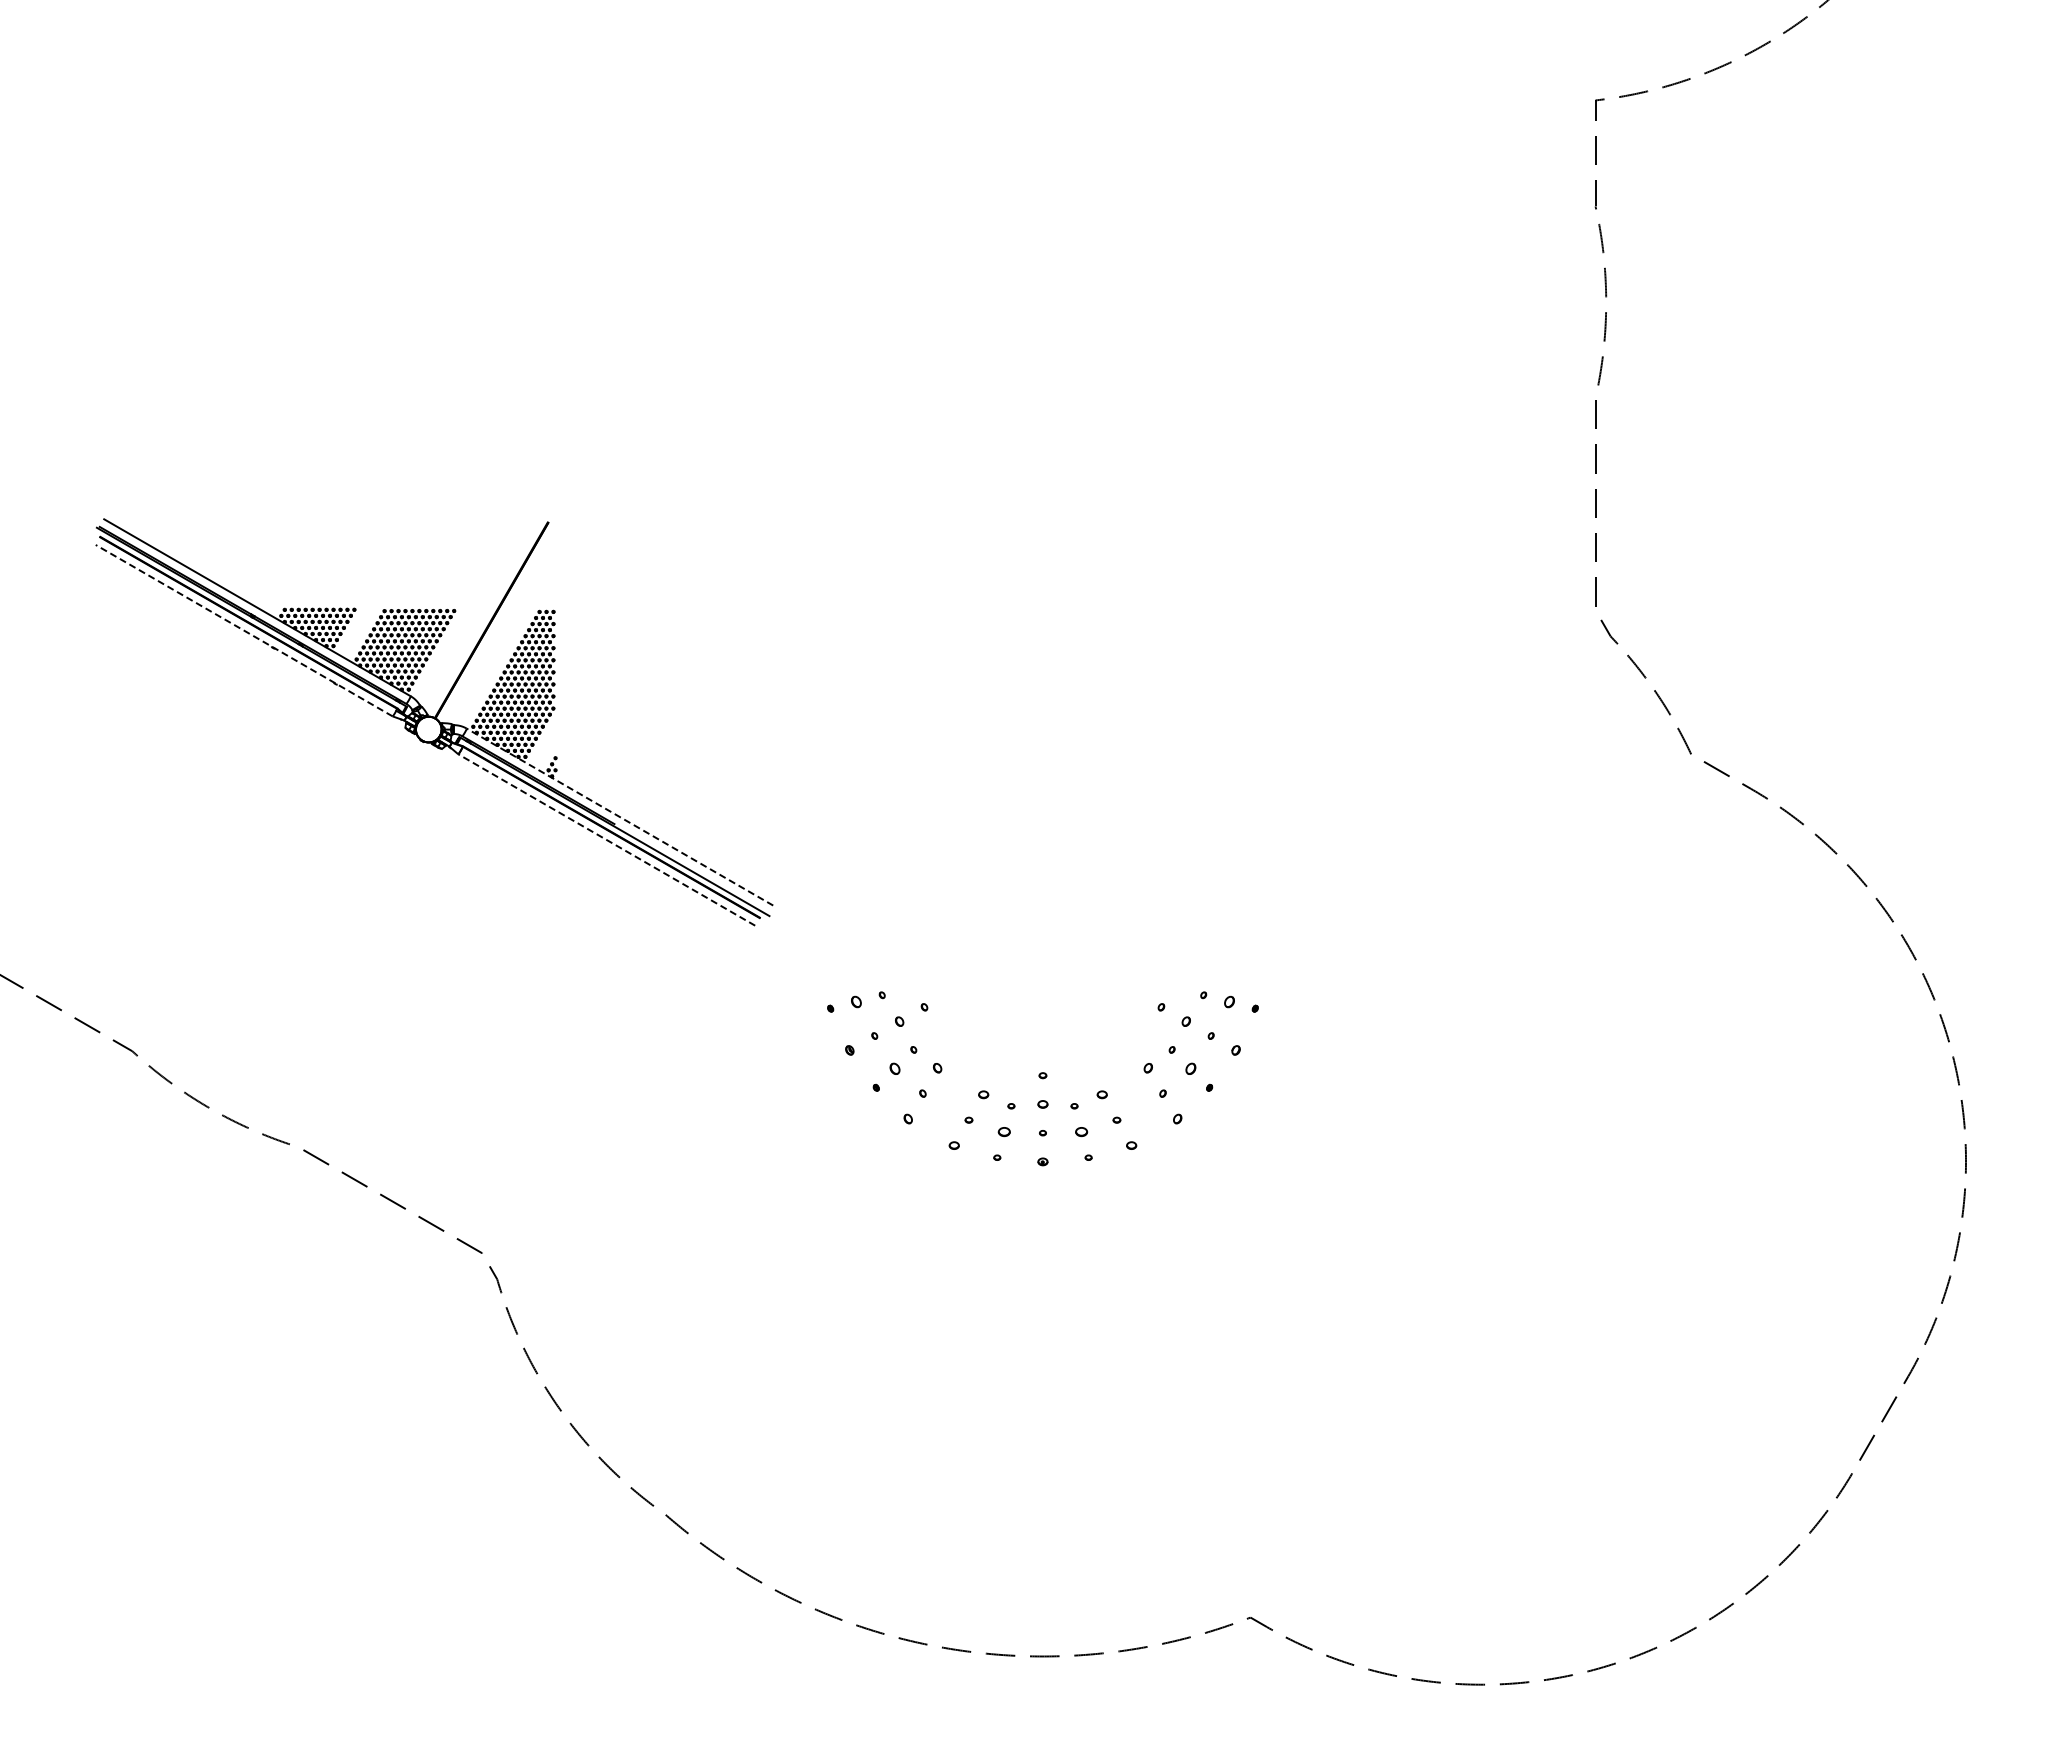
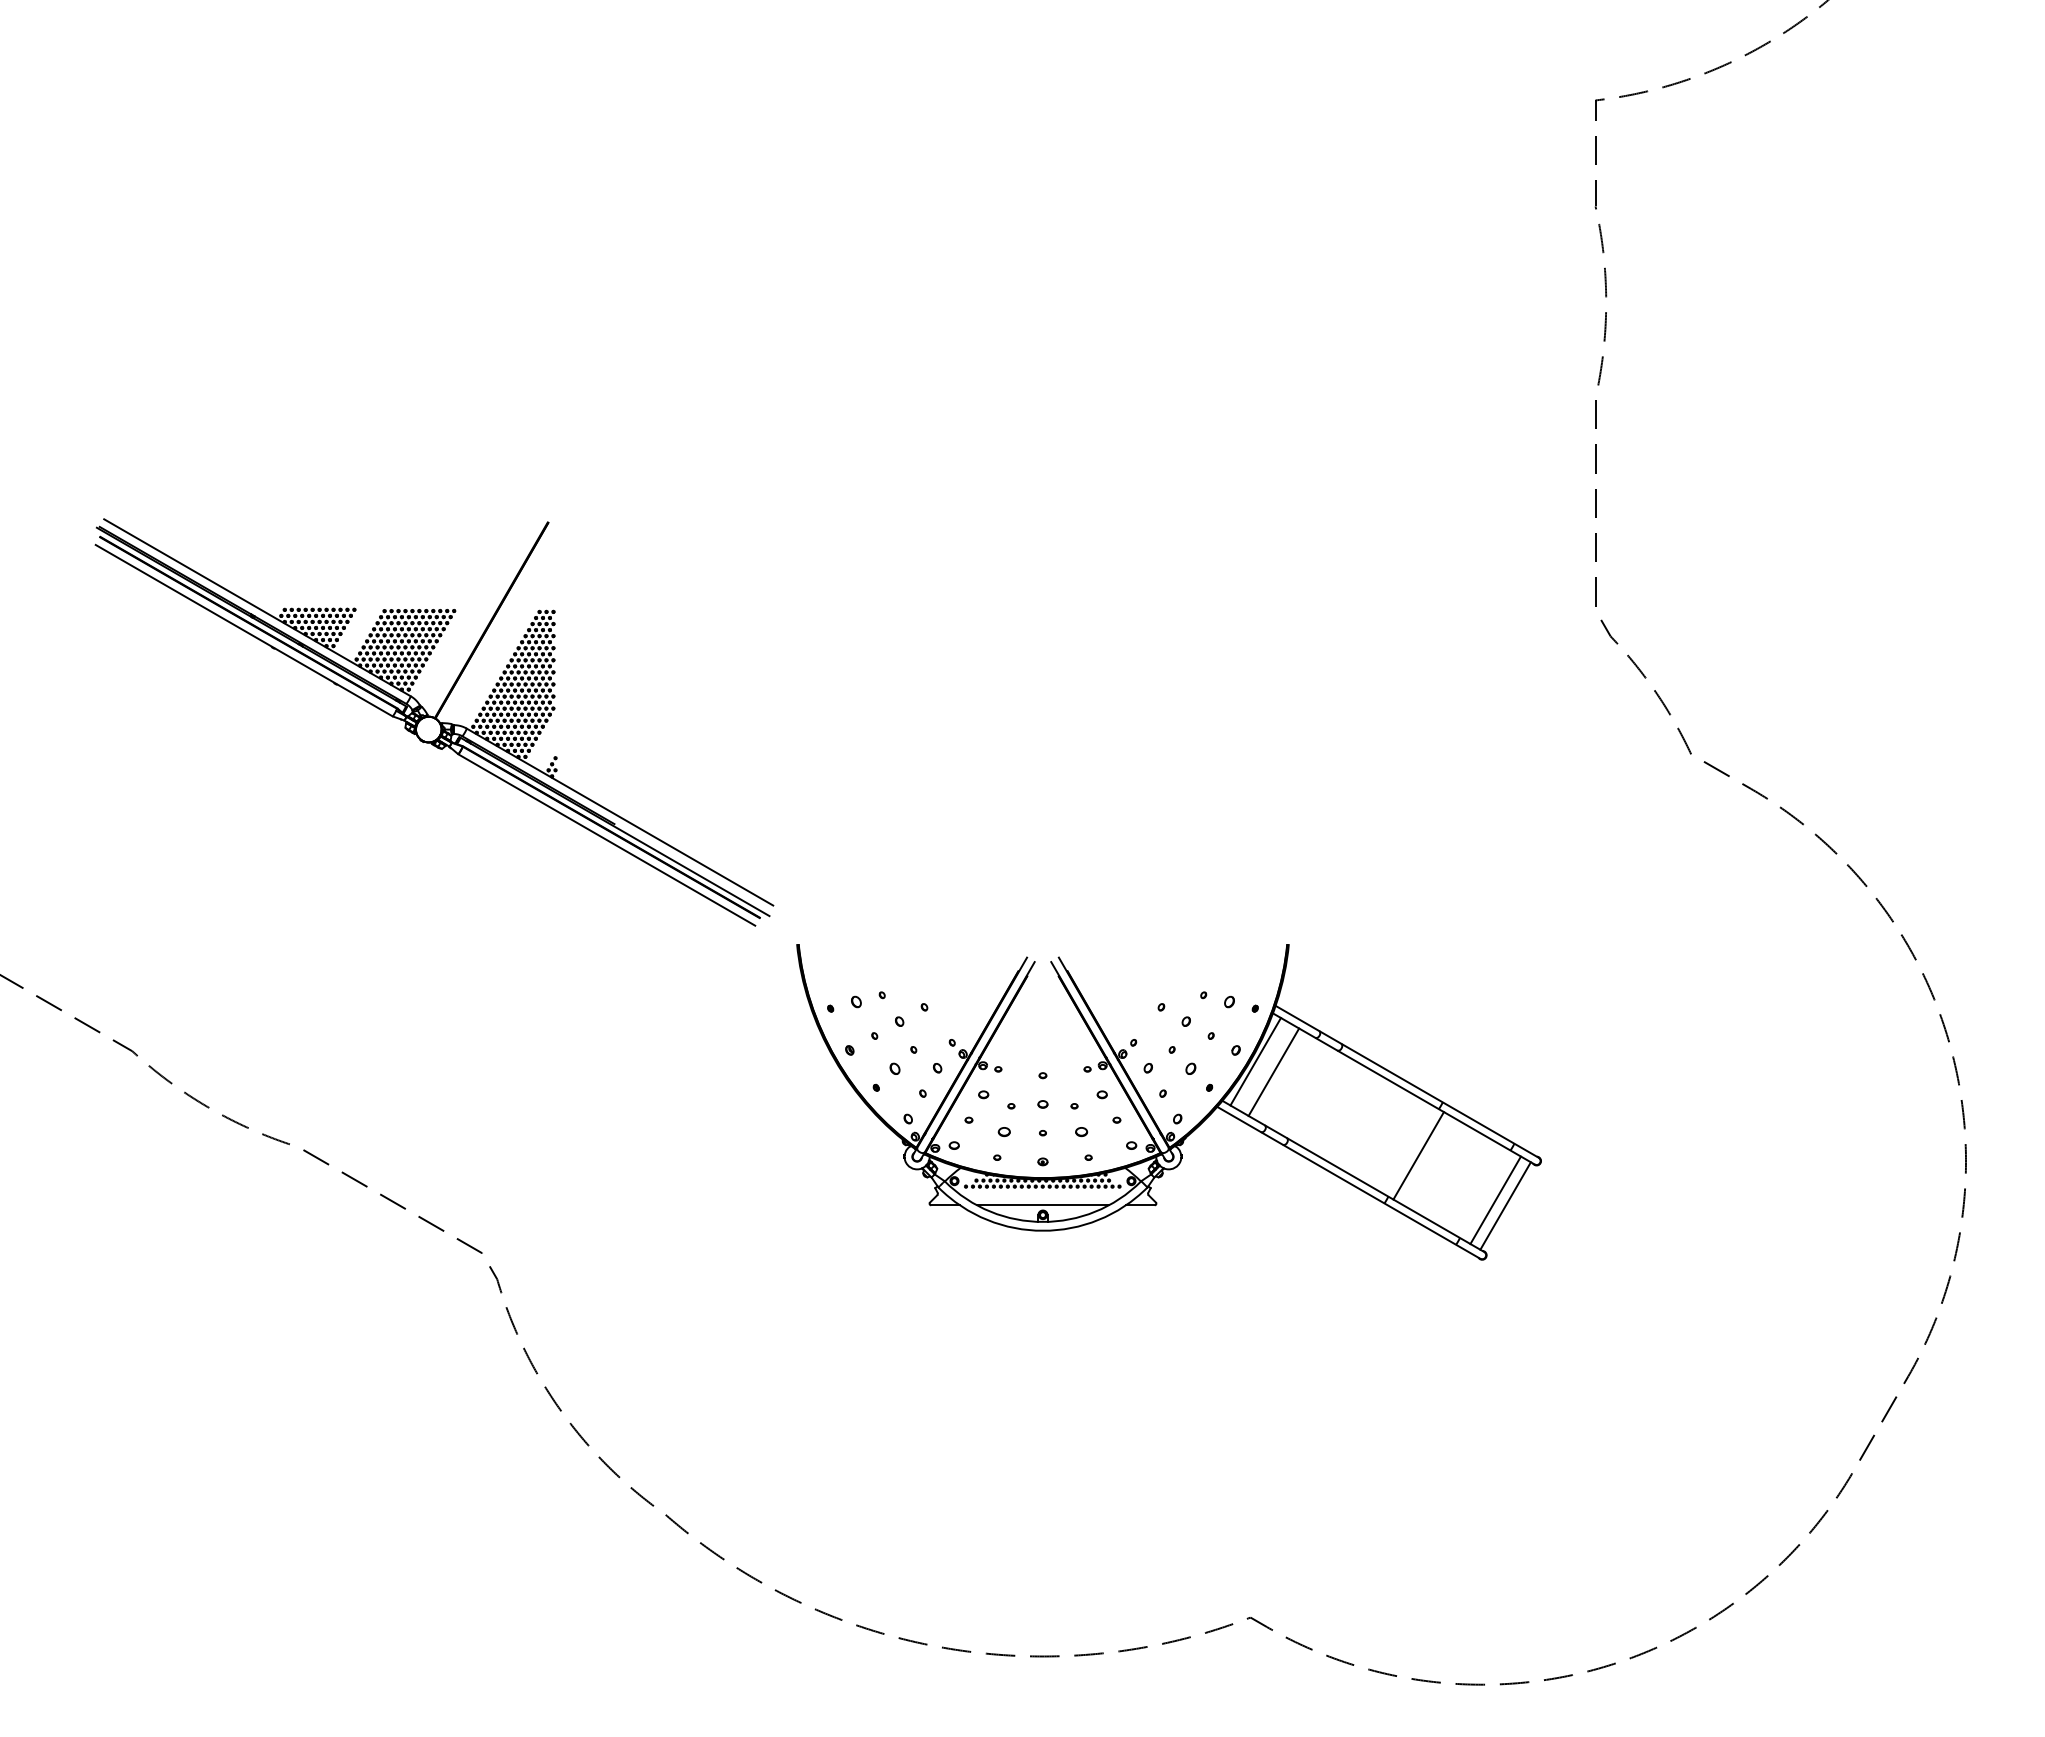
line at (243, 630): dashed -> solid
line at (619, 817): dashed -> solid
line at (606, 839): dashed -> solid
part at (1150, 1112): none -> present
